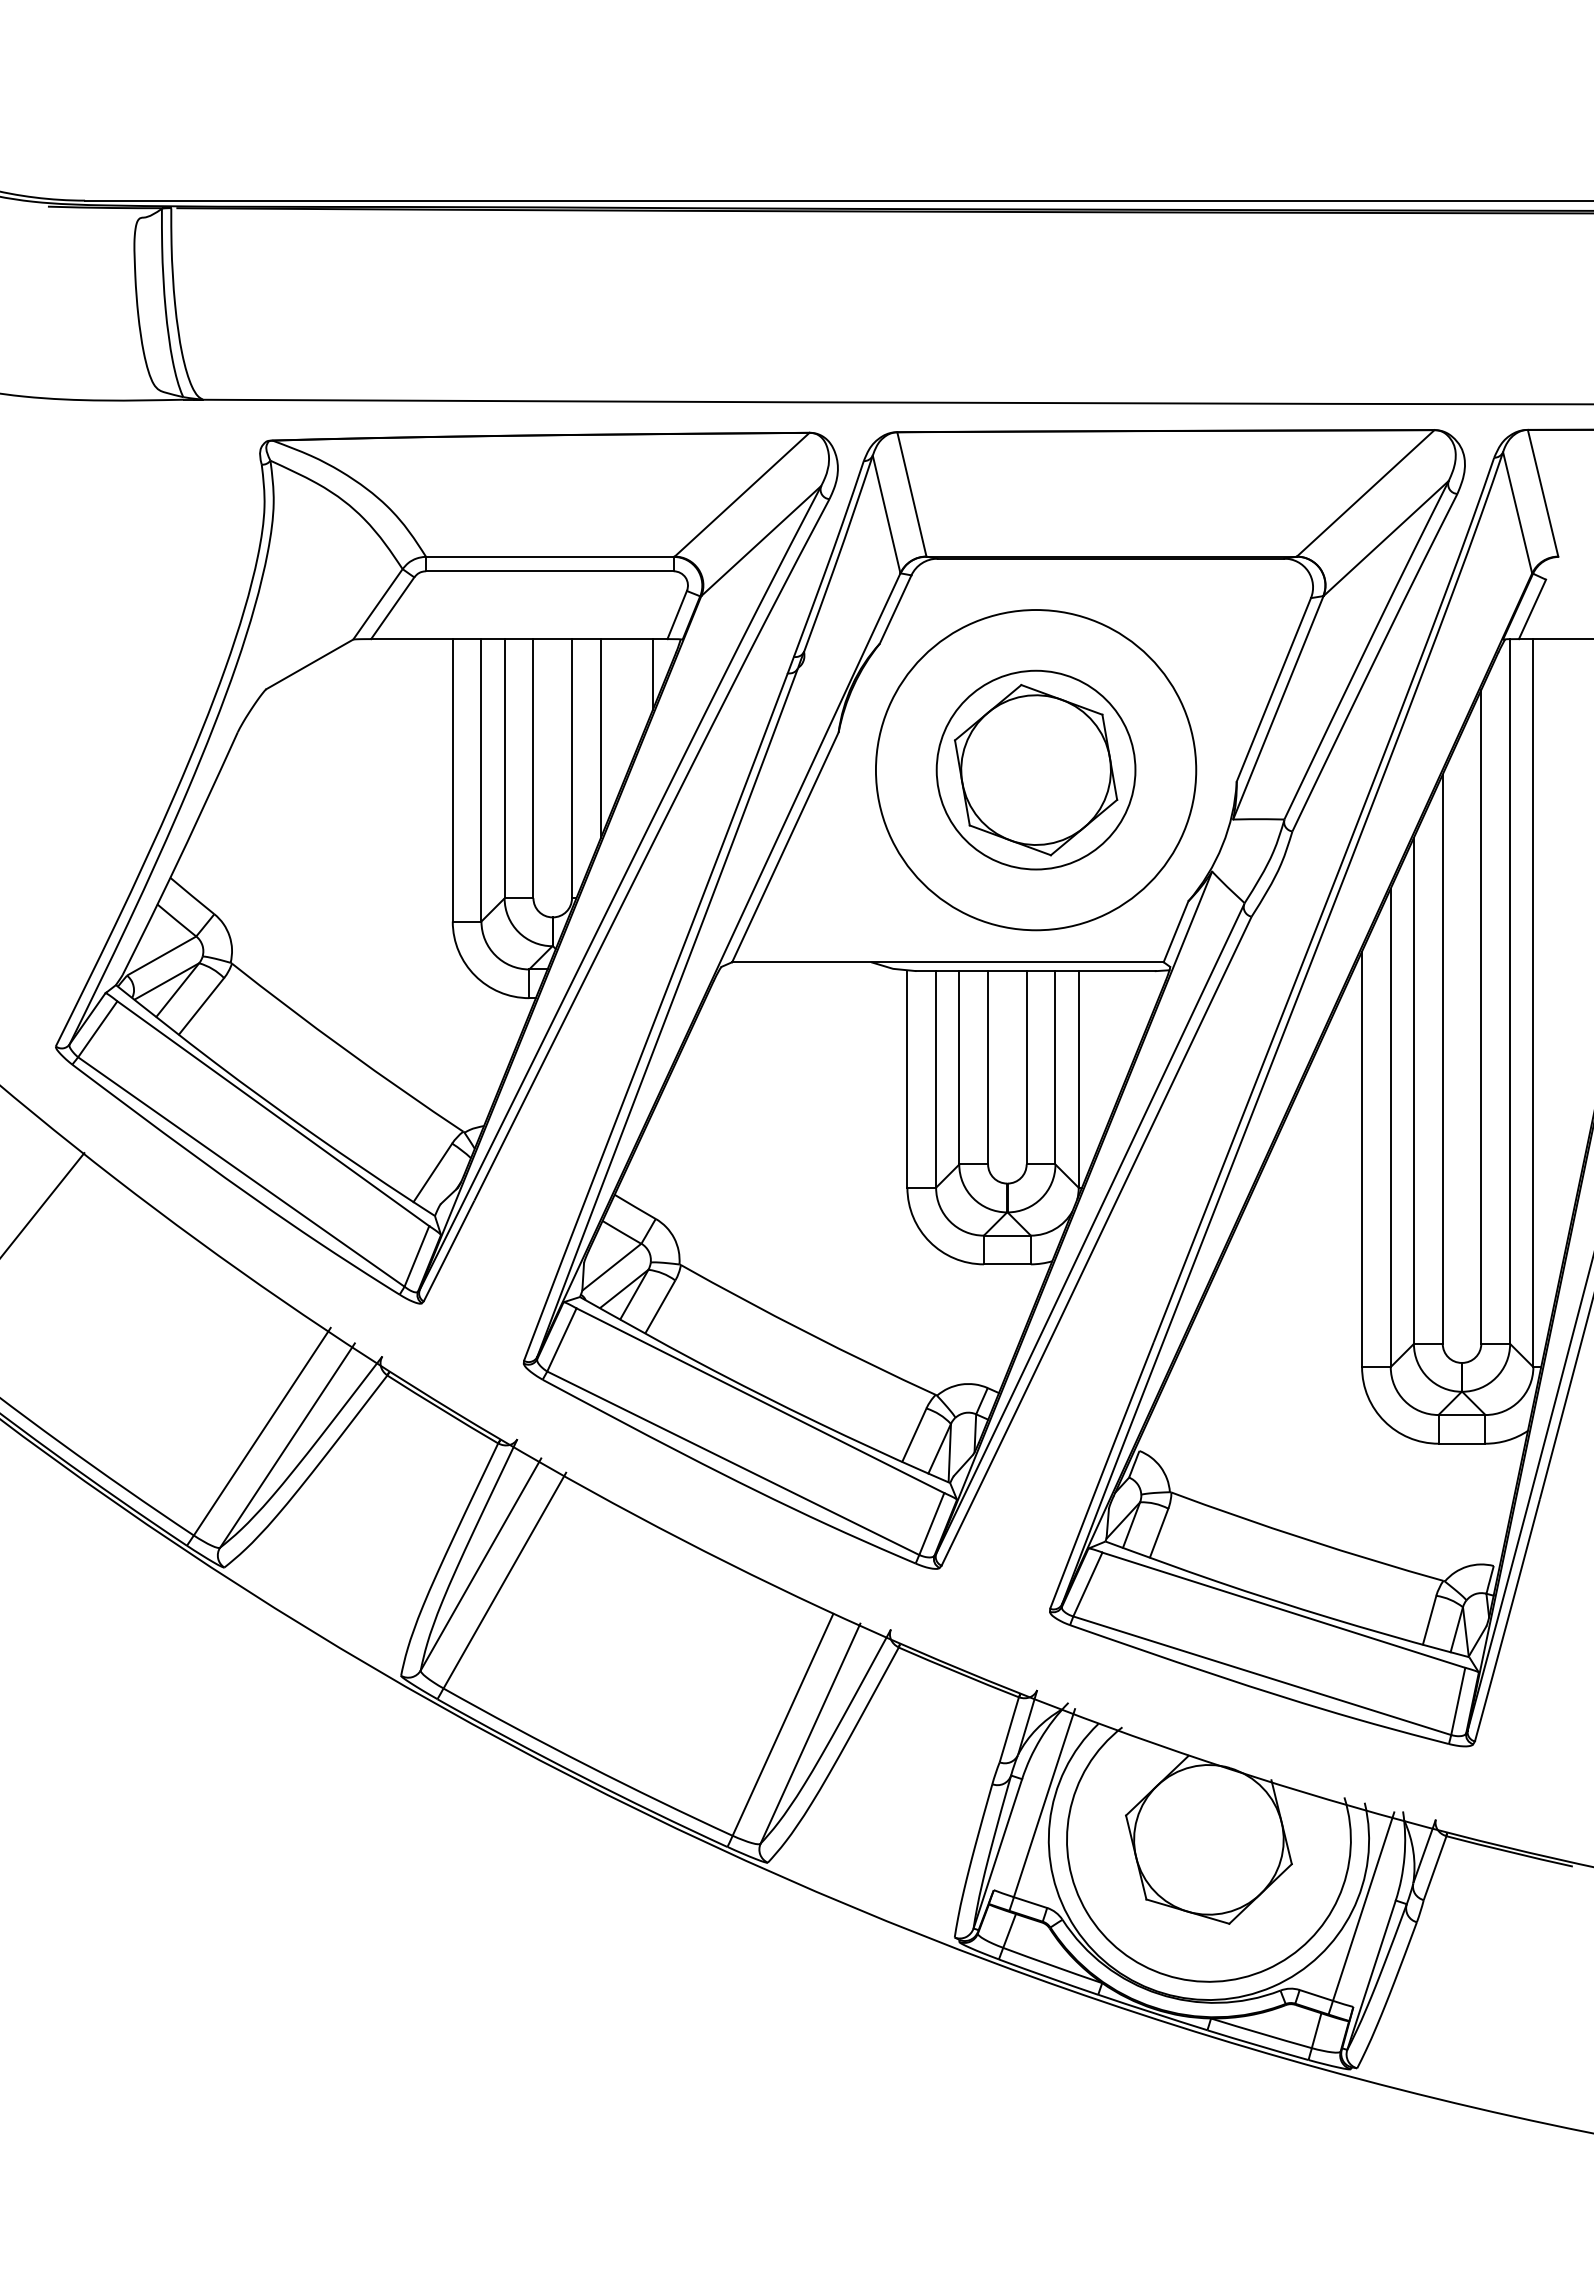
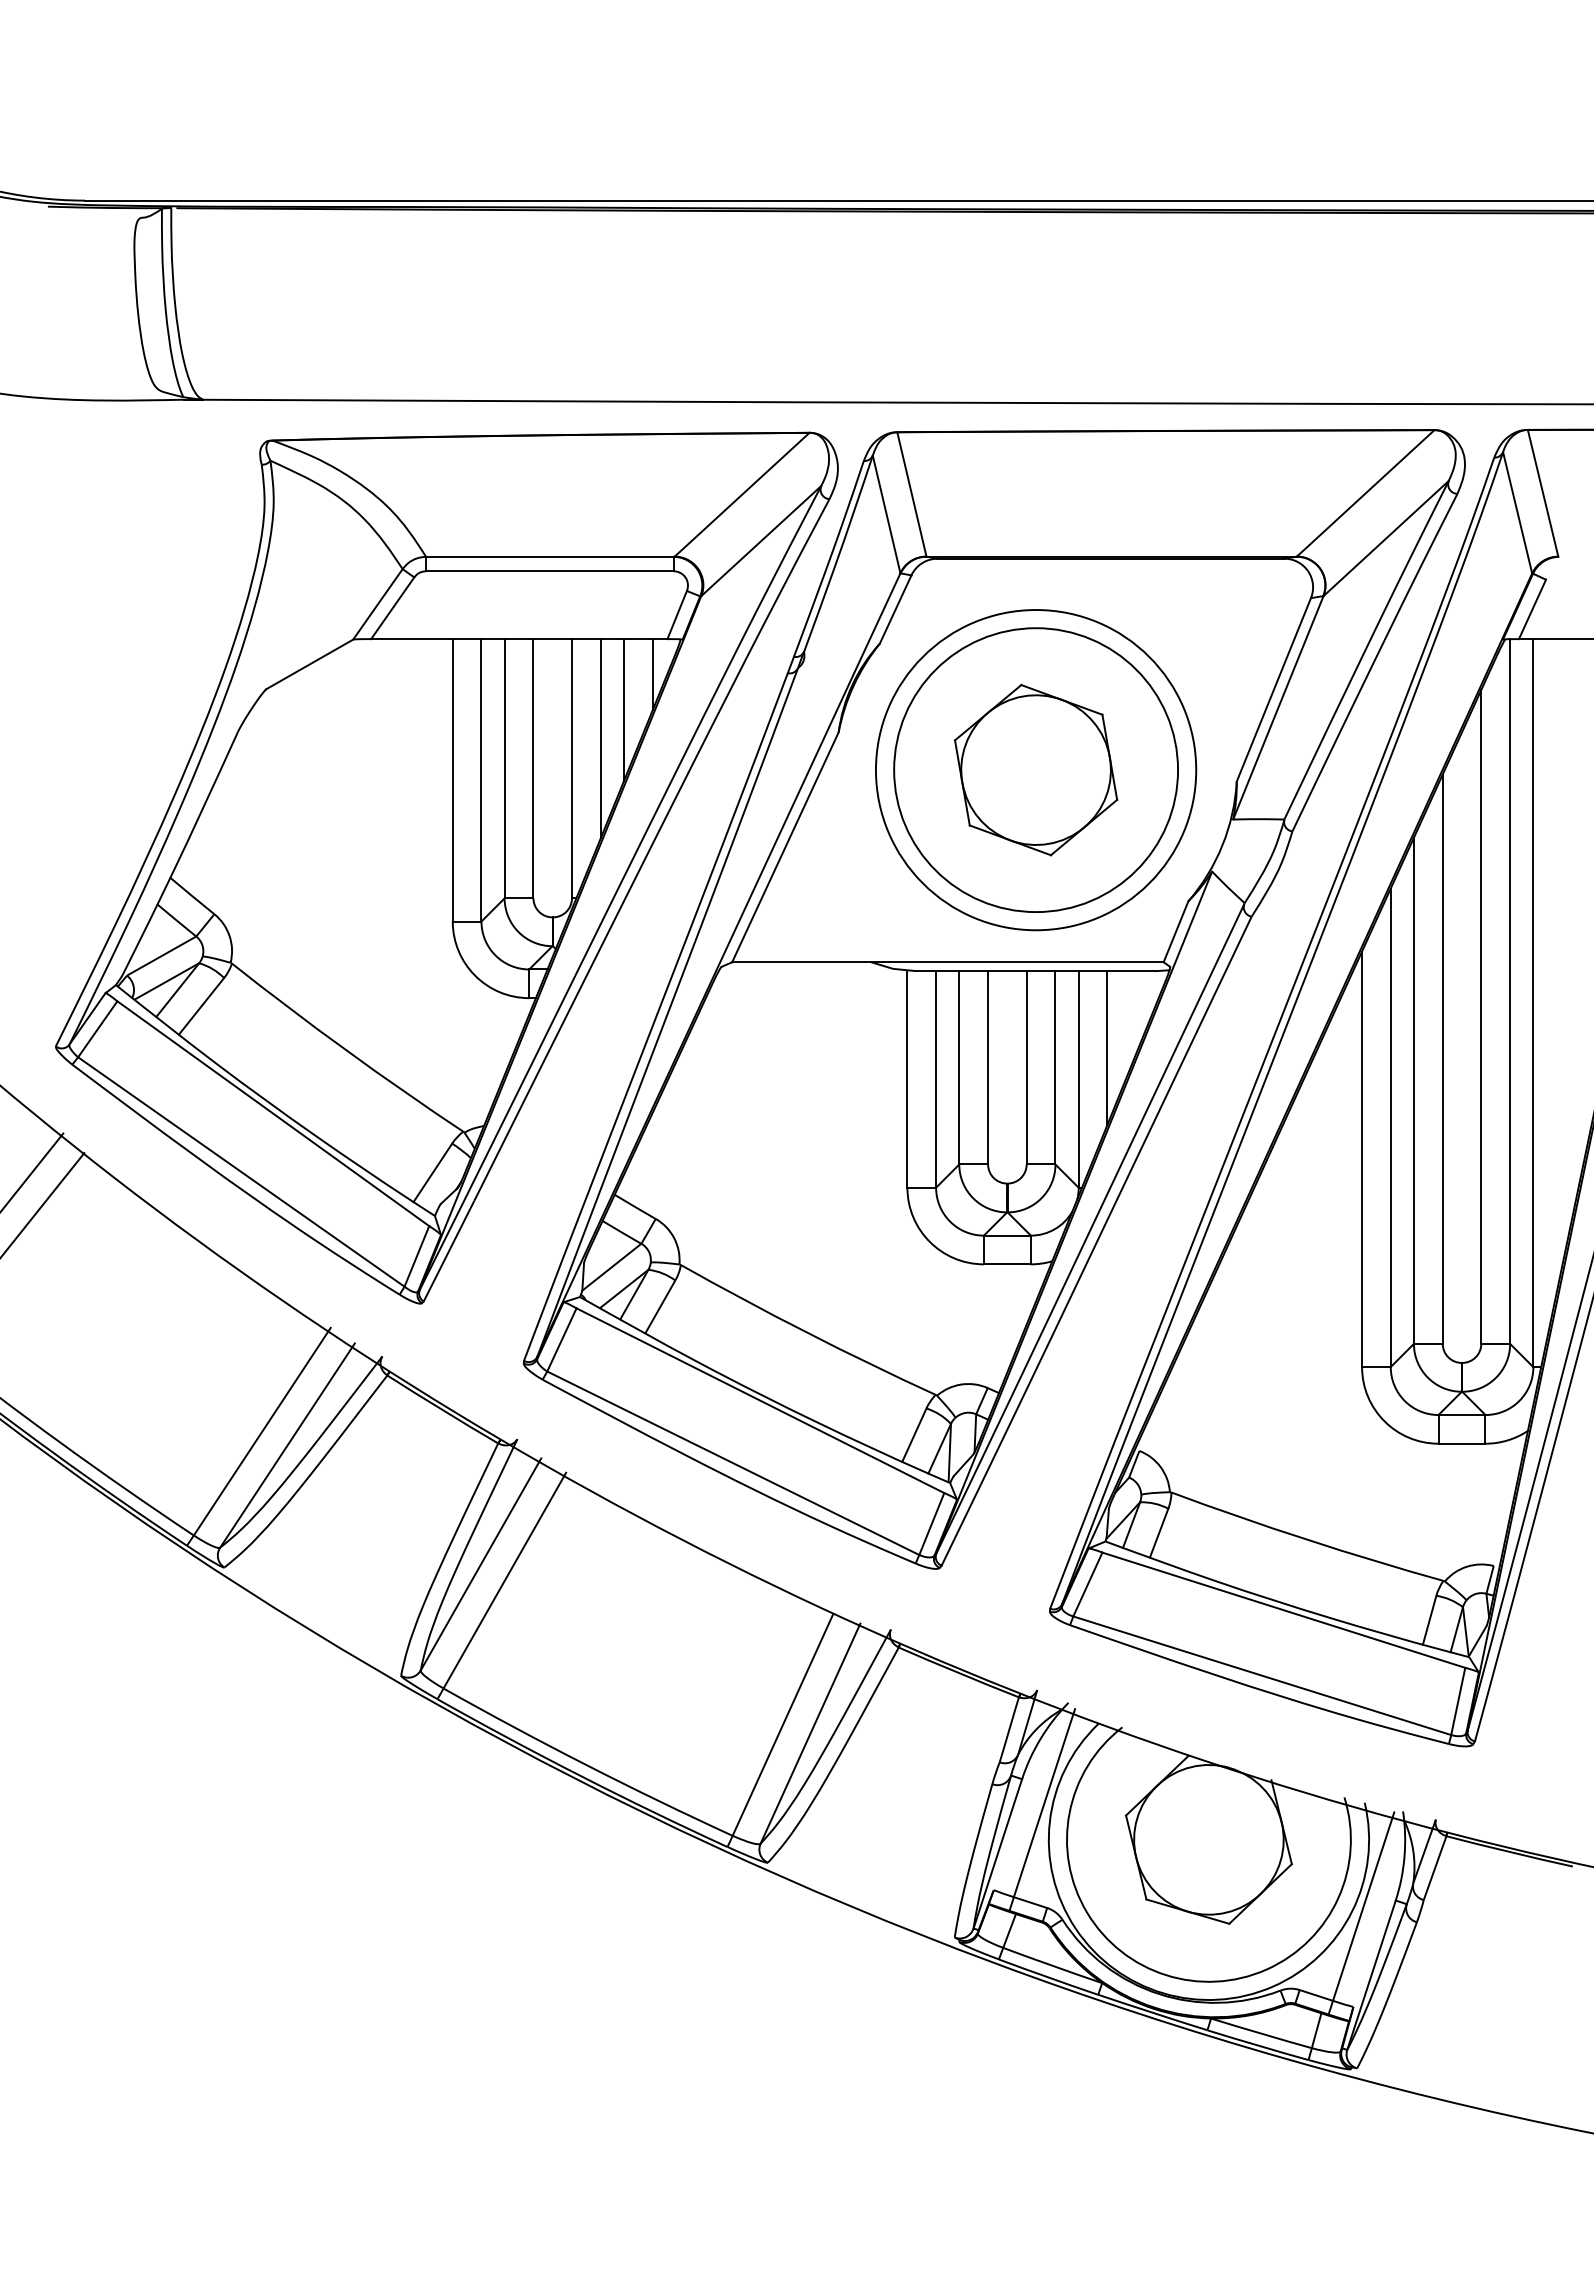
line at (624, 709): none -> present
circle at (1035, 769) diameter: 199 px -> 284 px
line at (1107, 1047): none -> present
line at (32, 1171): none -> present
